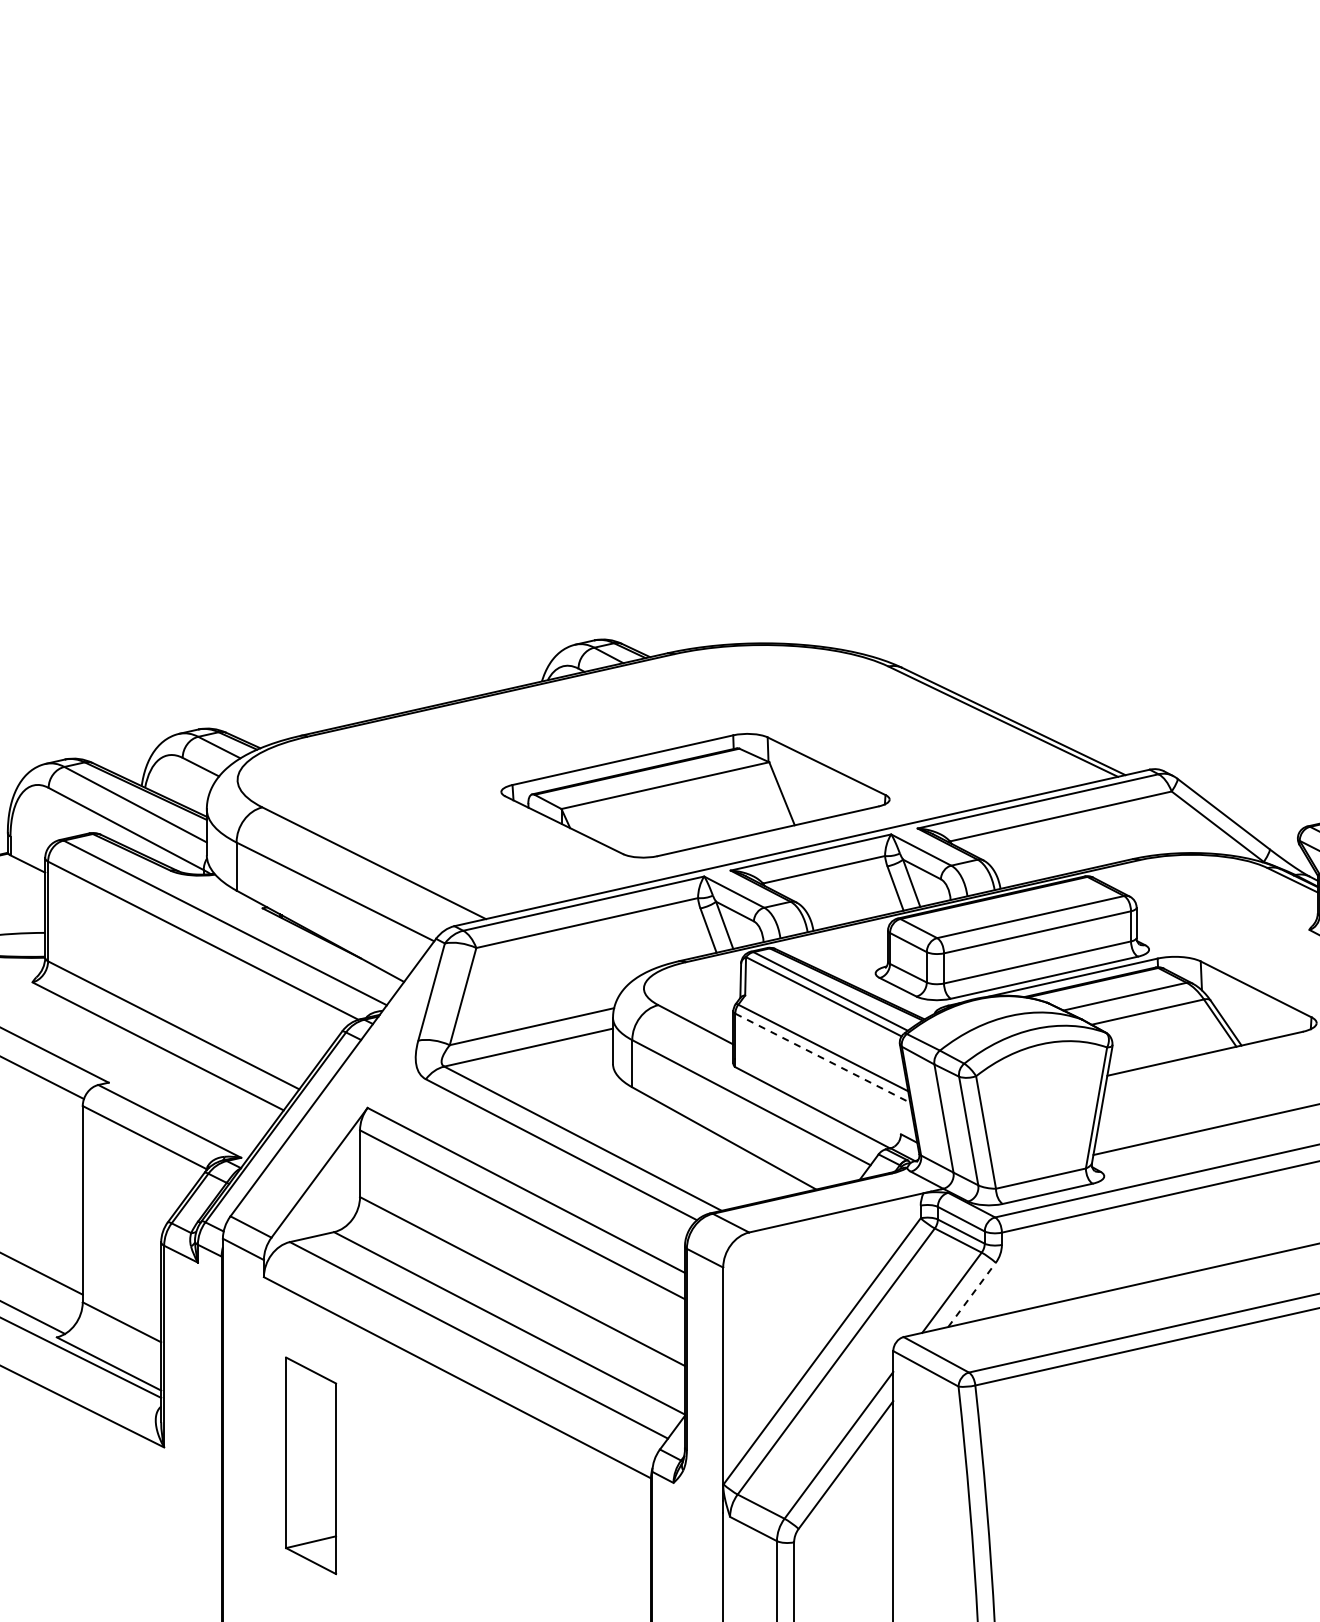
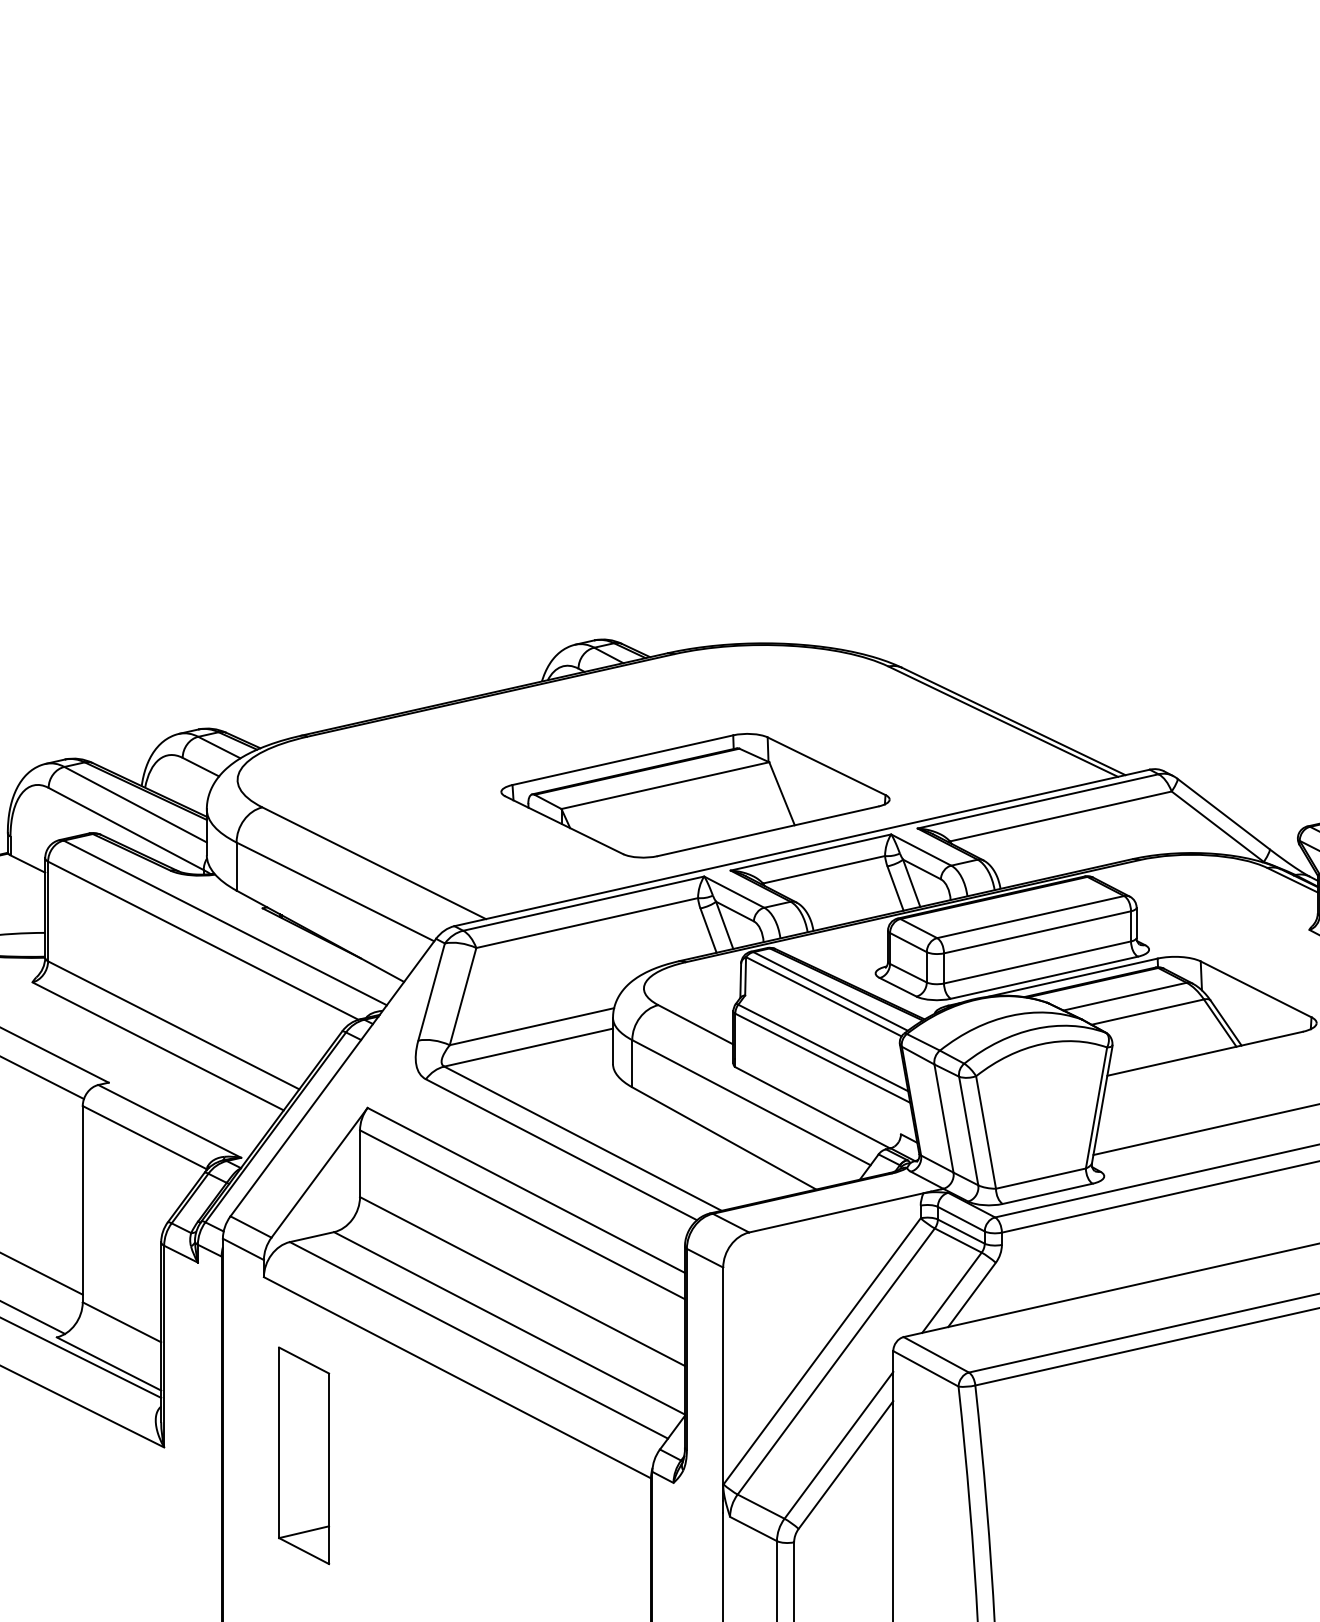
line at (823, 1058): dashed -> solid
line at (972, 1294): dashed -> solid
part at (311, 1465) position: (311, 1465) -> (304, 1455)
